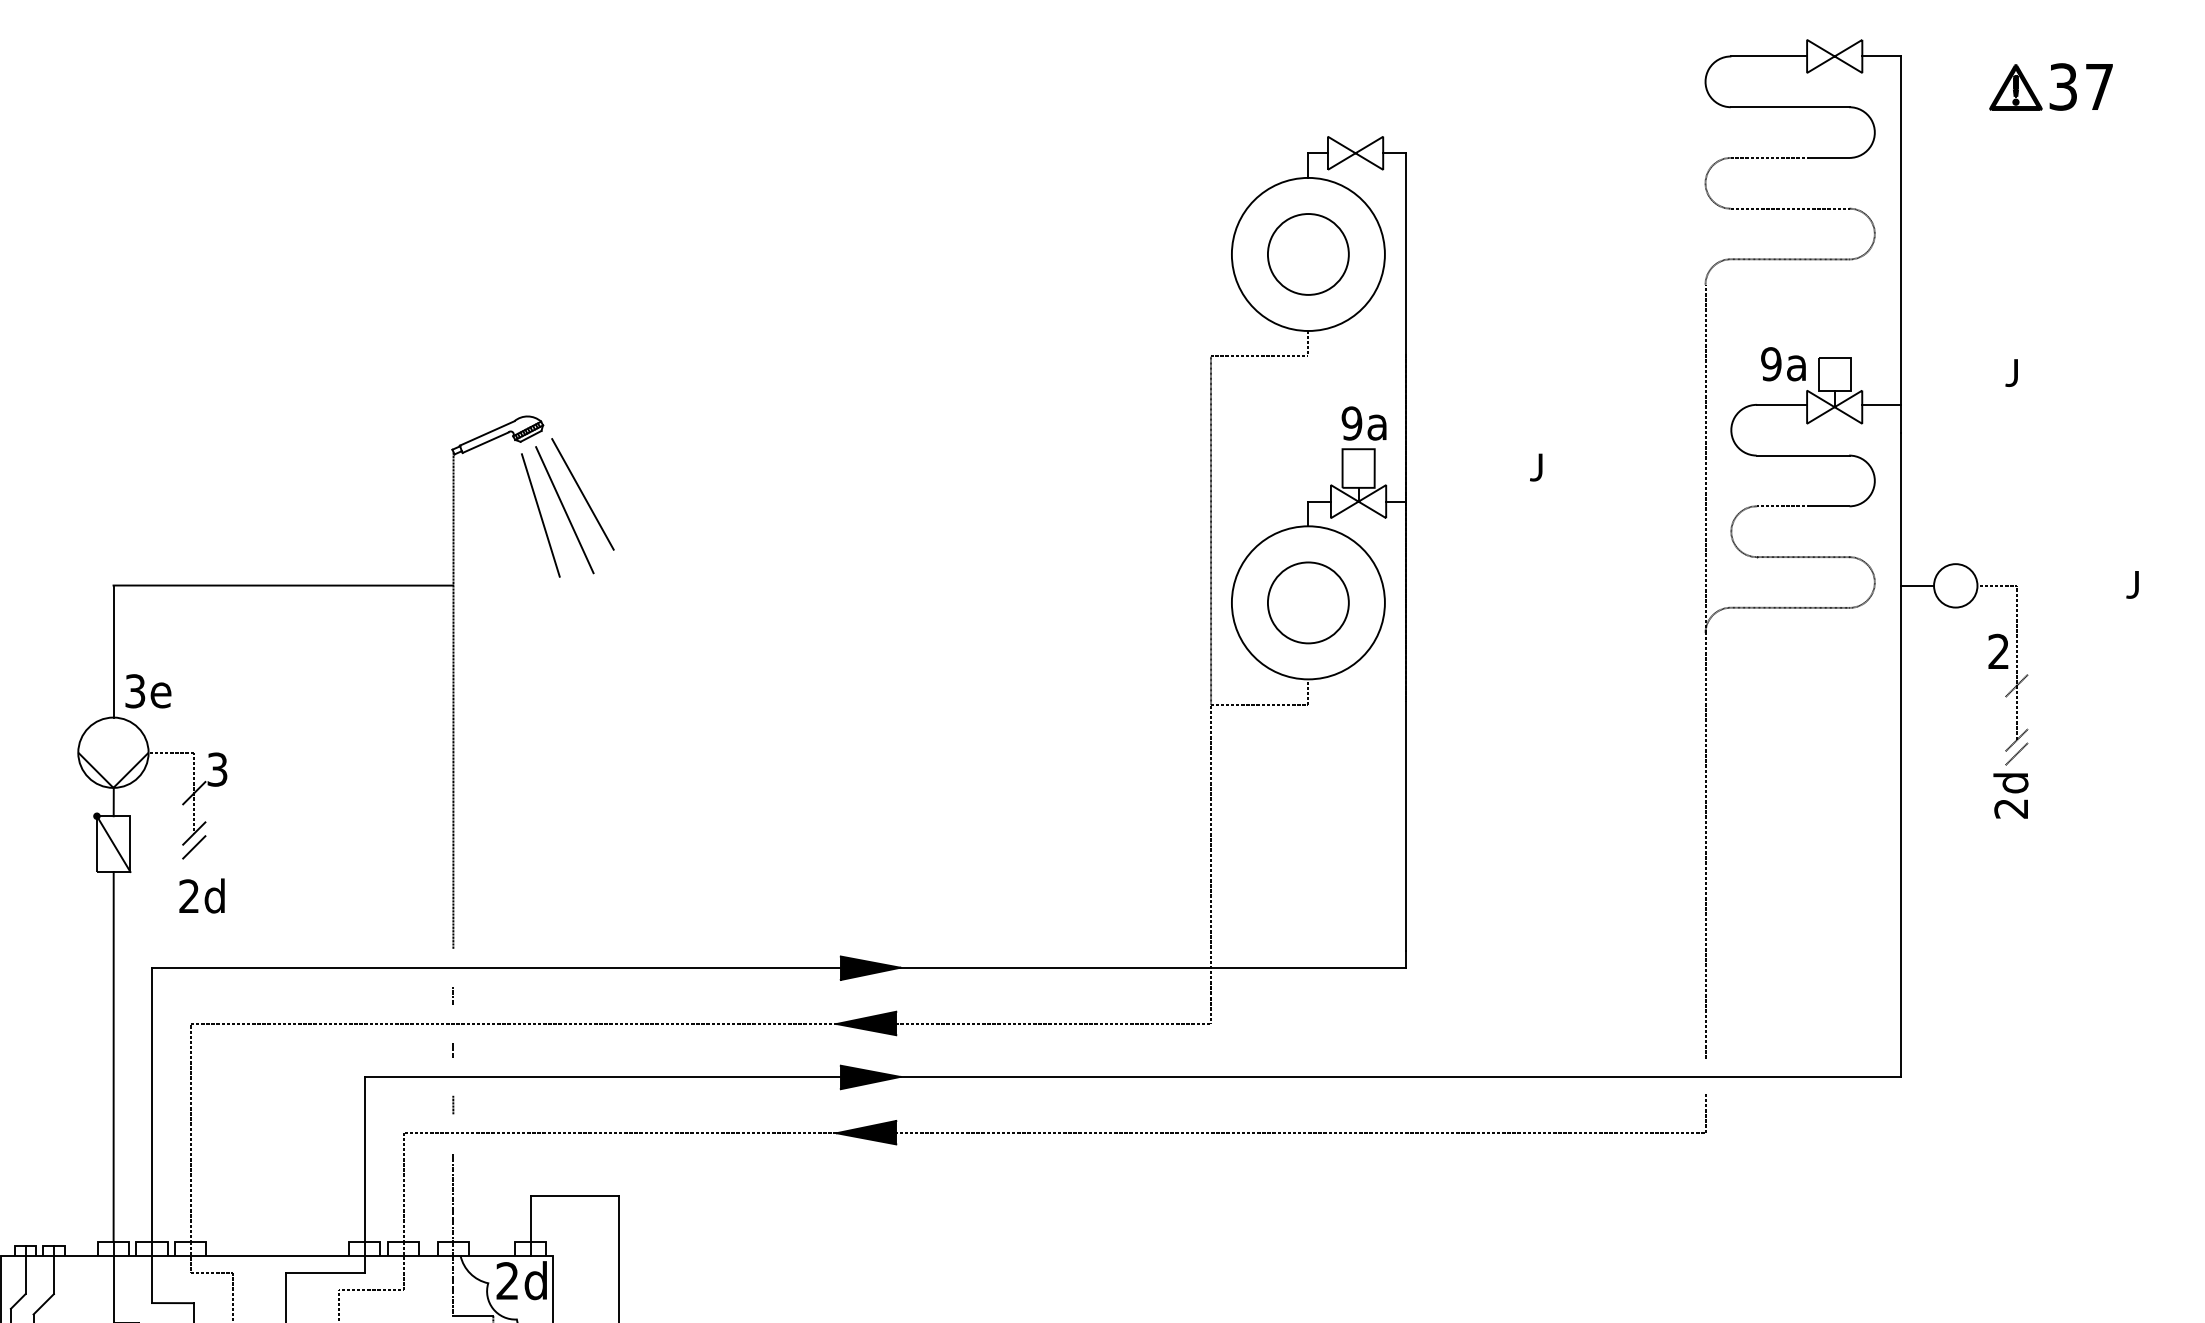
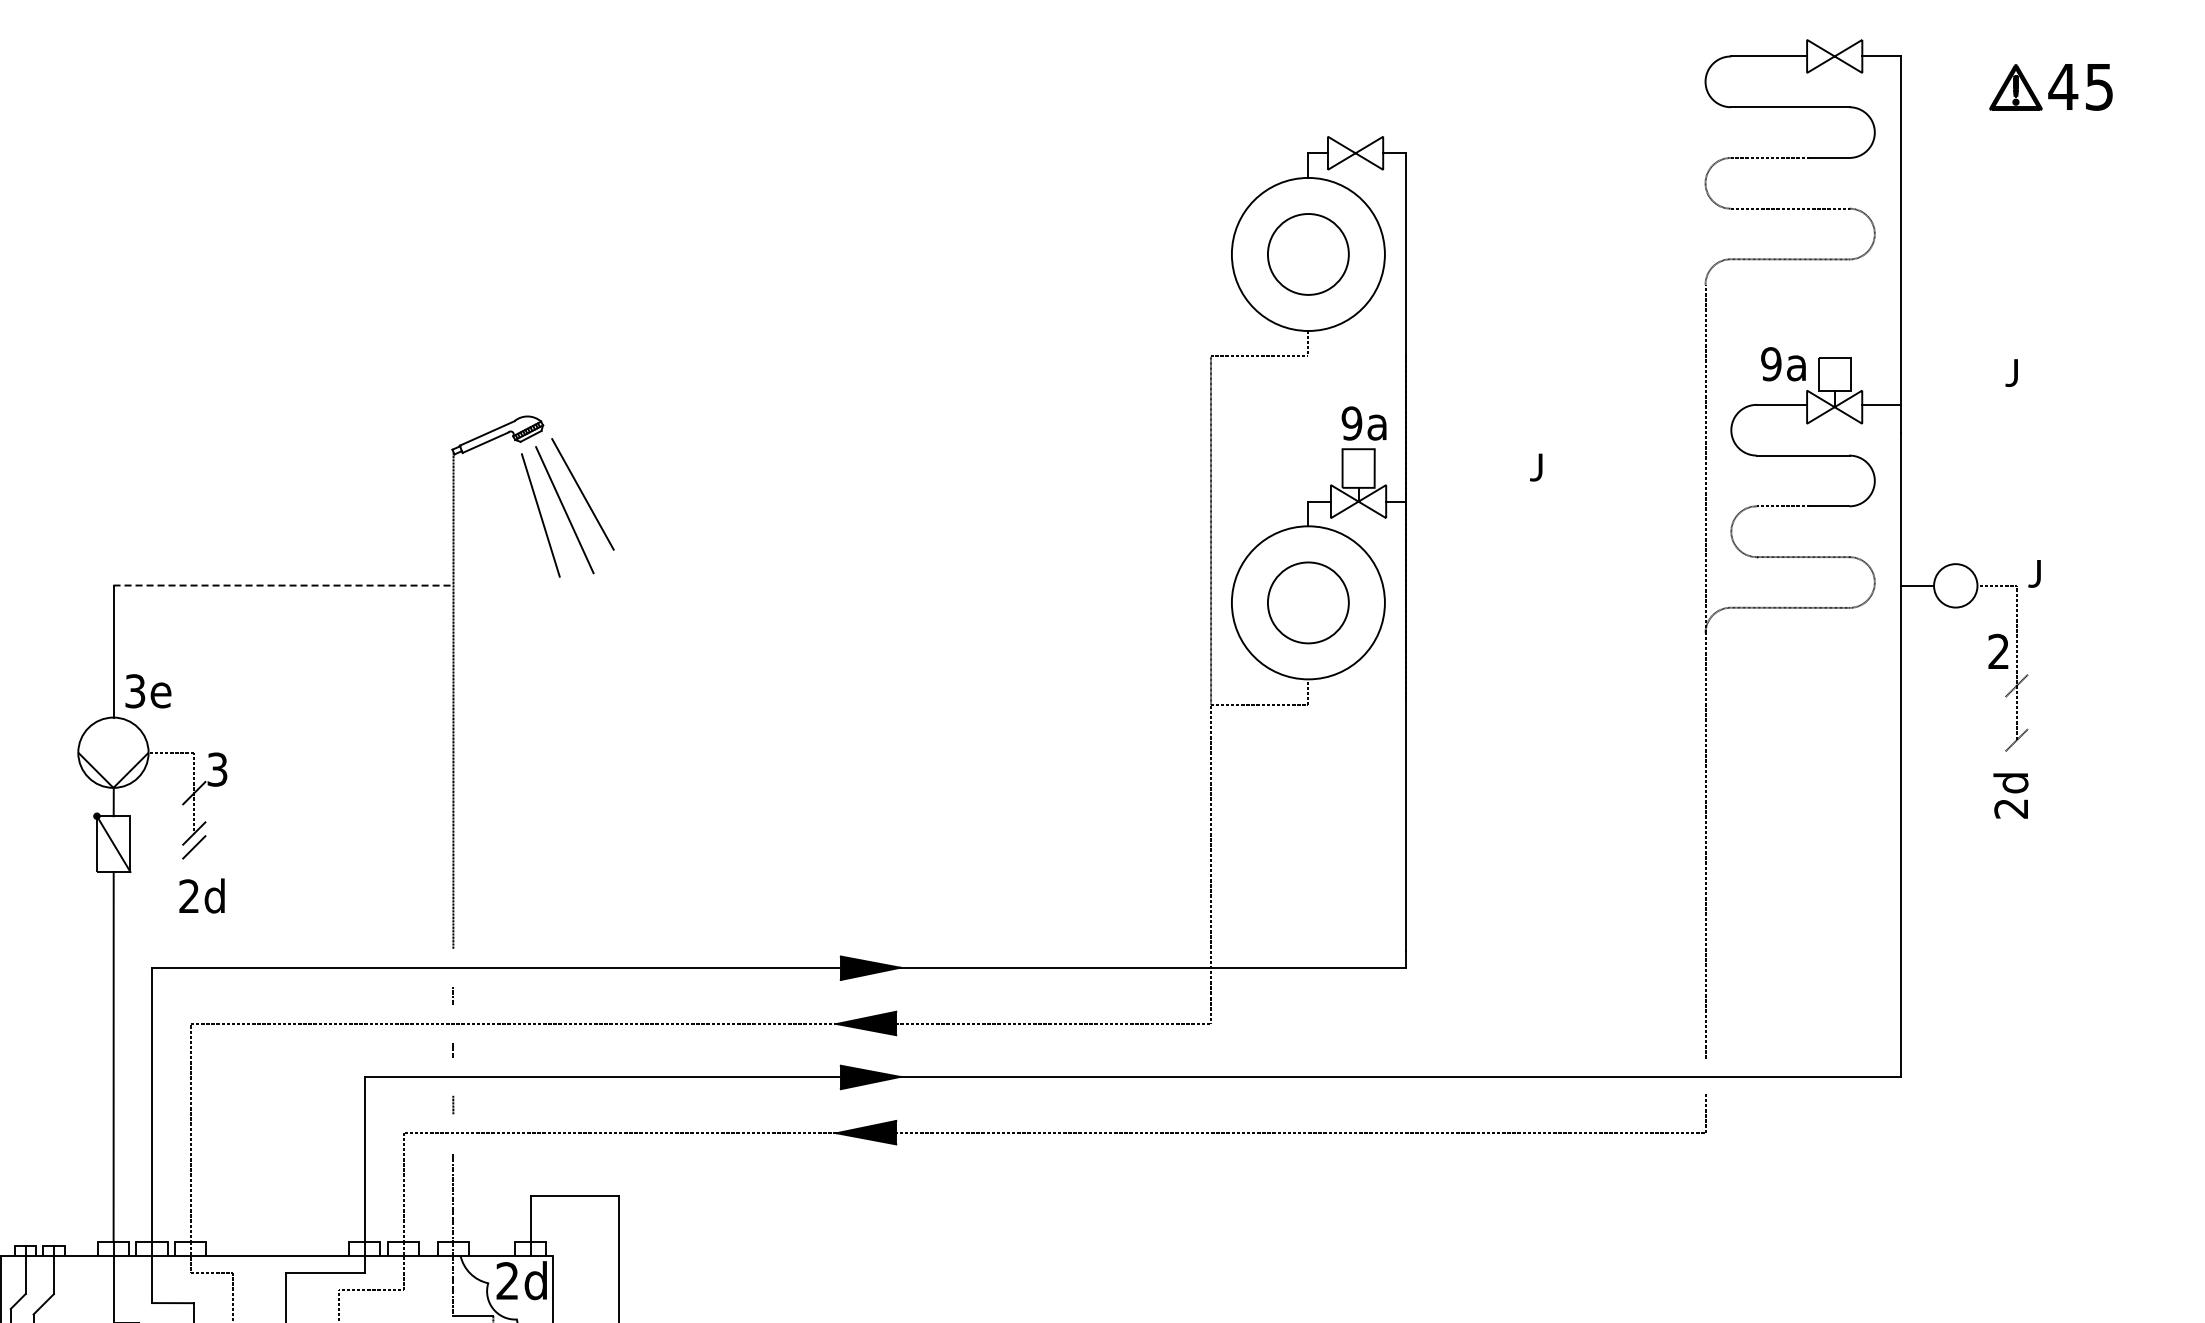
text at (2080, 86): 37 -> 45
text at (2132, 584) position: (2132, 584) -> (2034, 573)
line at (283, 585): solid -> dashed
line at (2016, 753): present -> none
